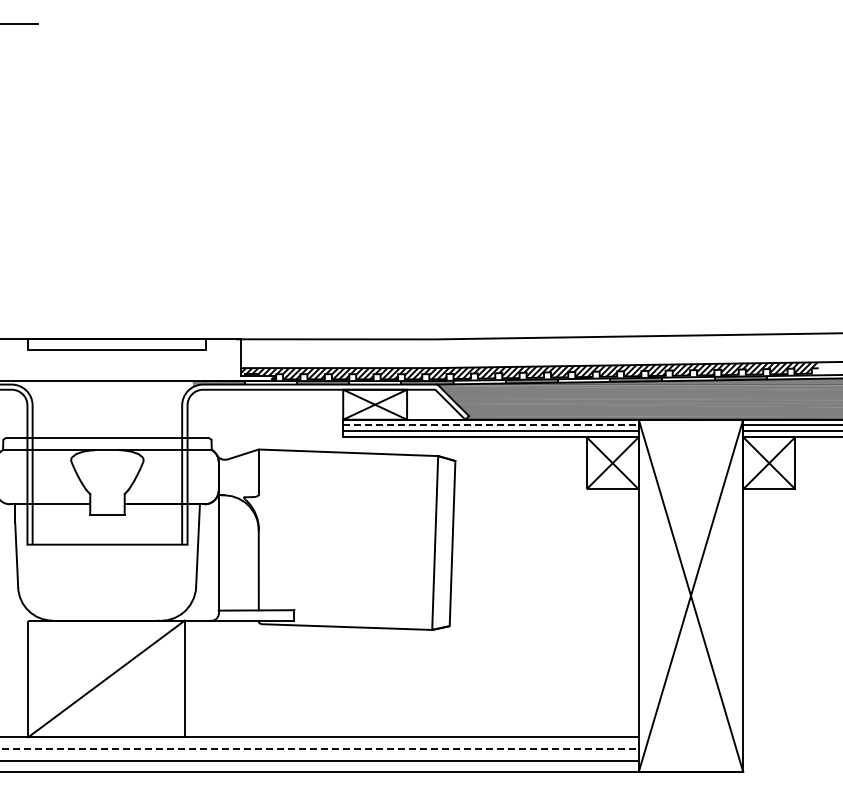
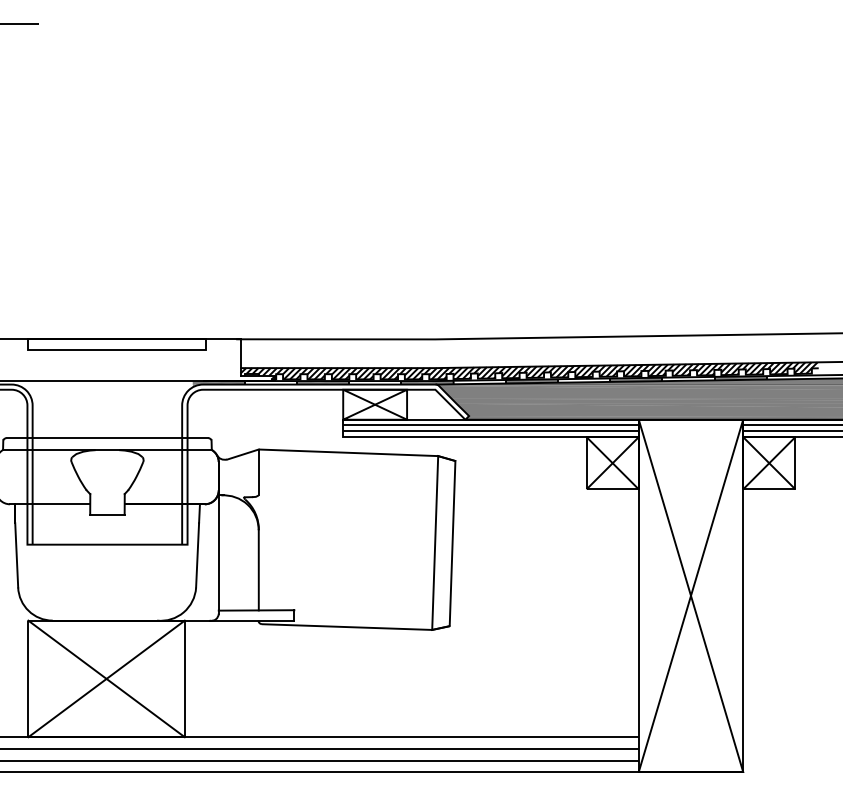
line at (491, 425): dashed -> solid
line at (106, 678): none -> present
line at (320, 748): dashed -> solid
